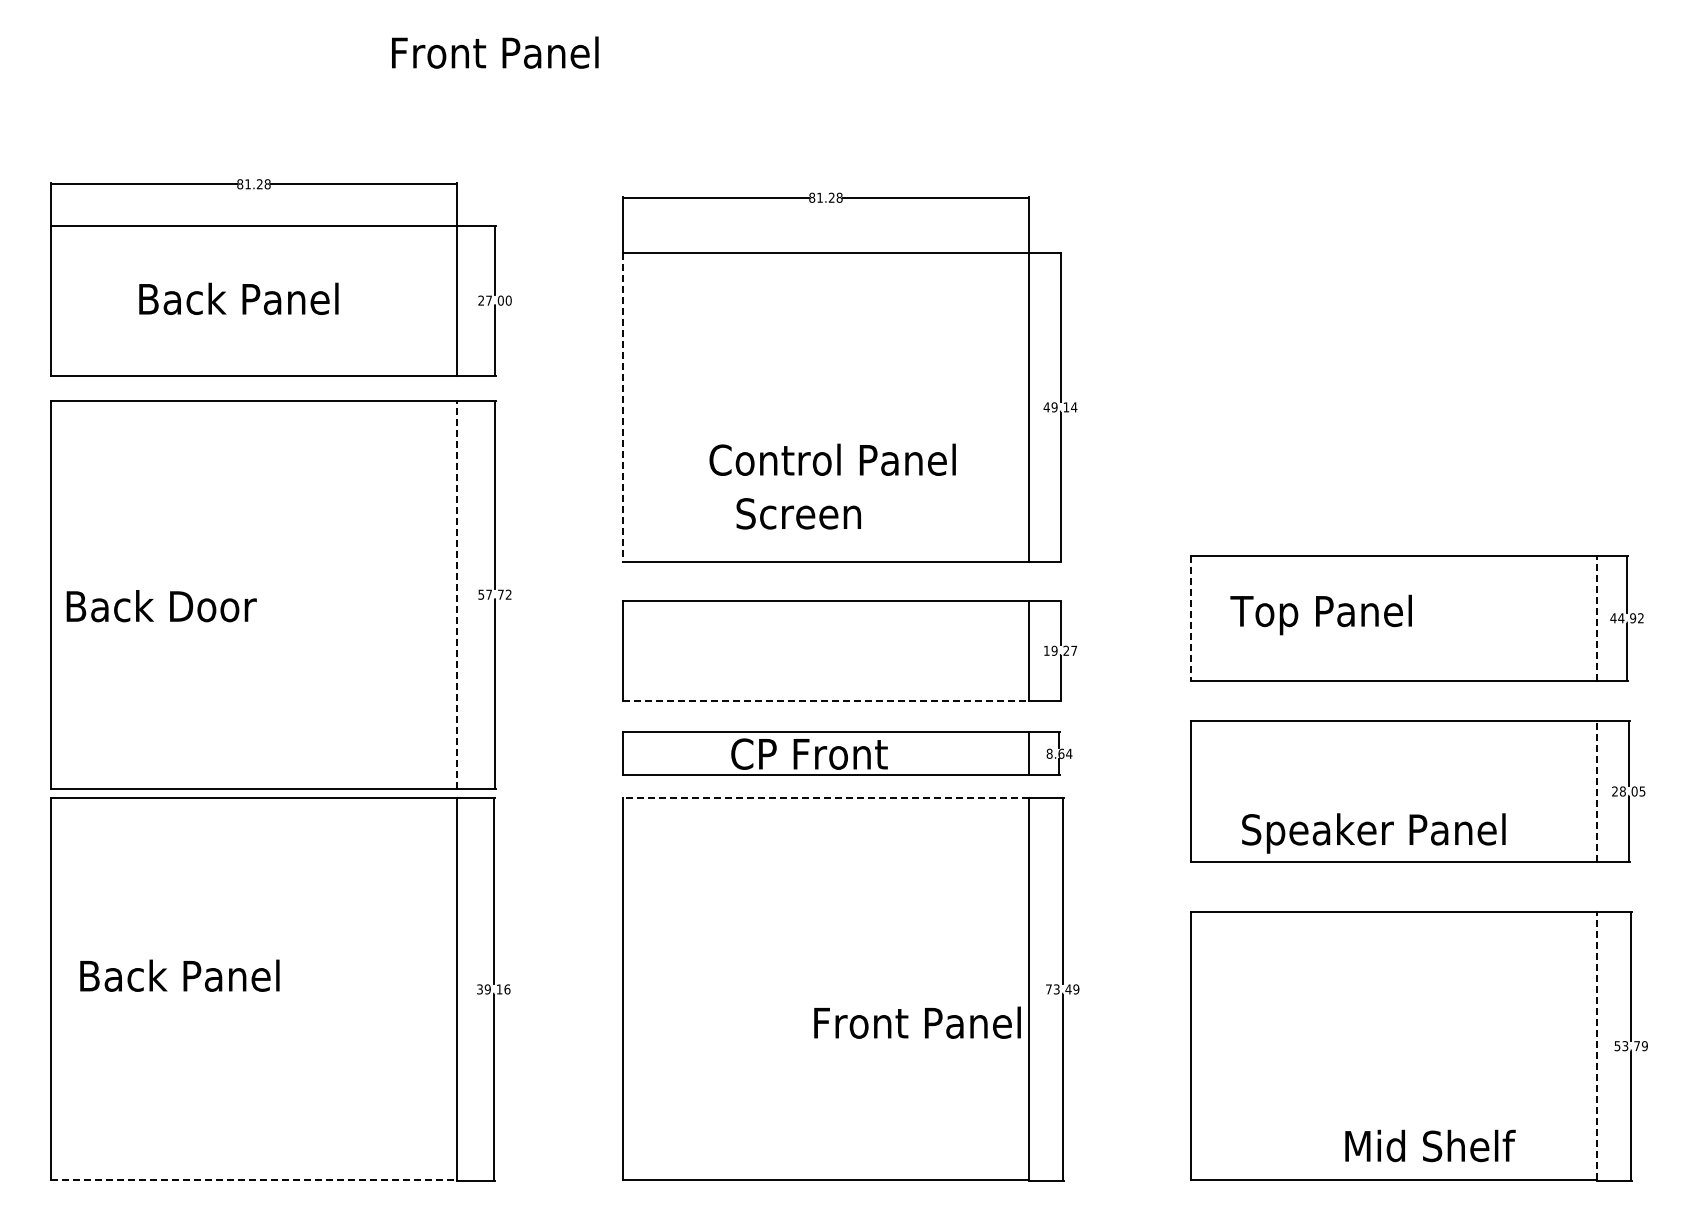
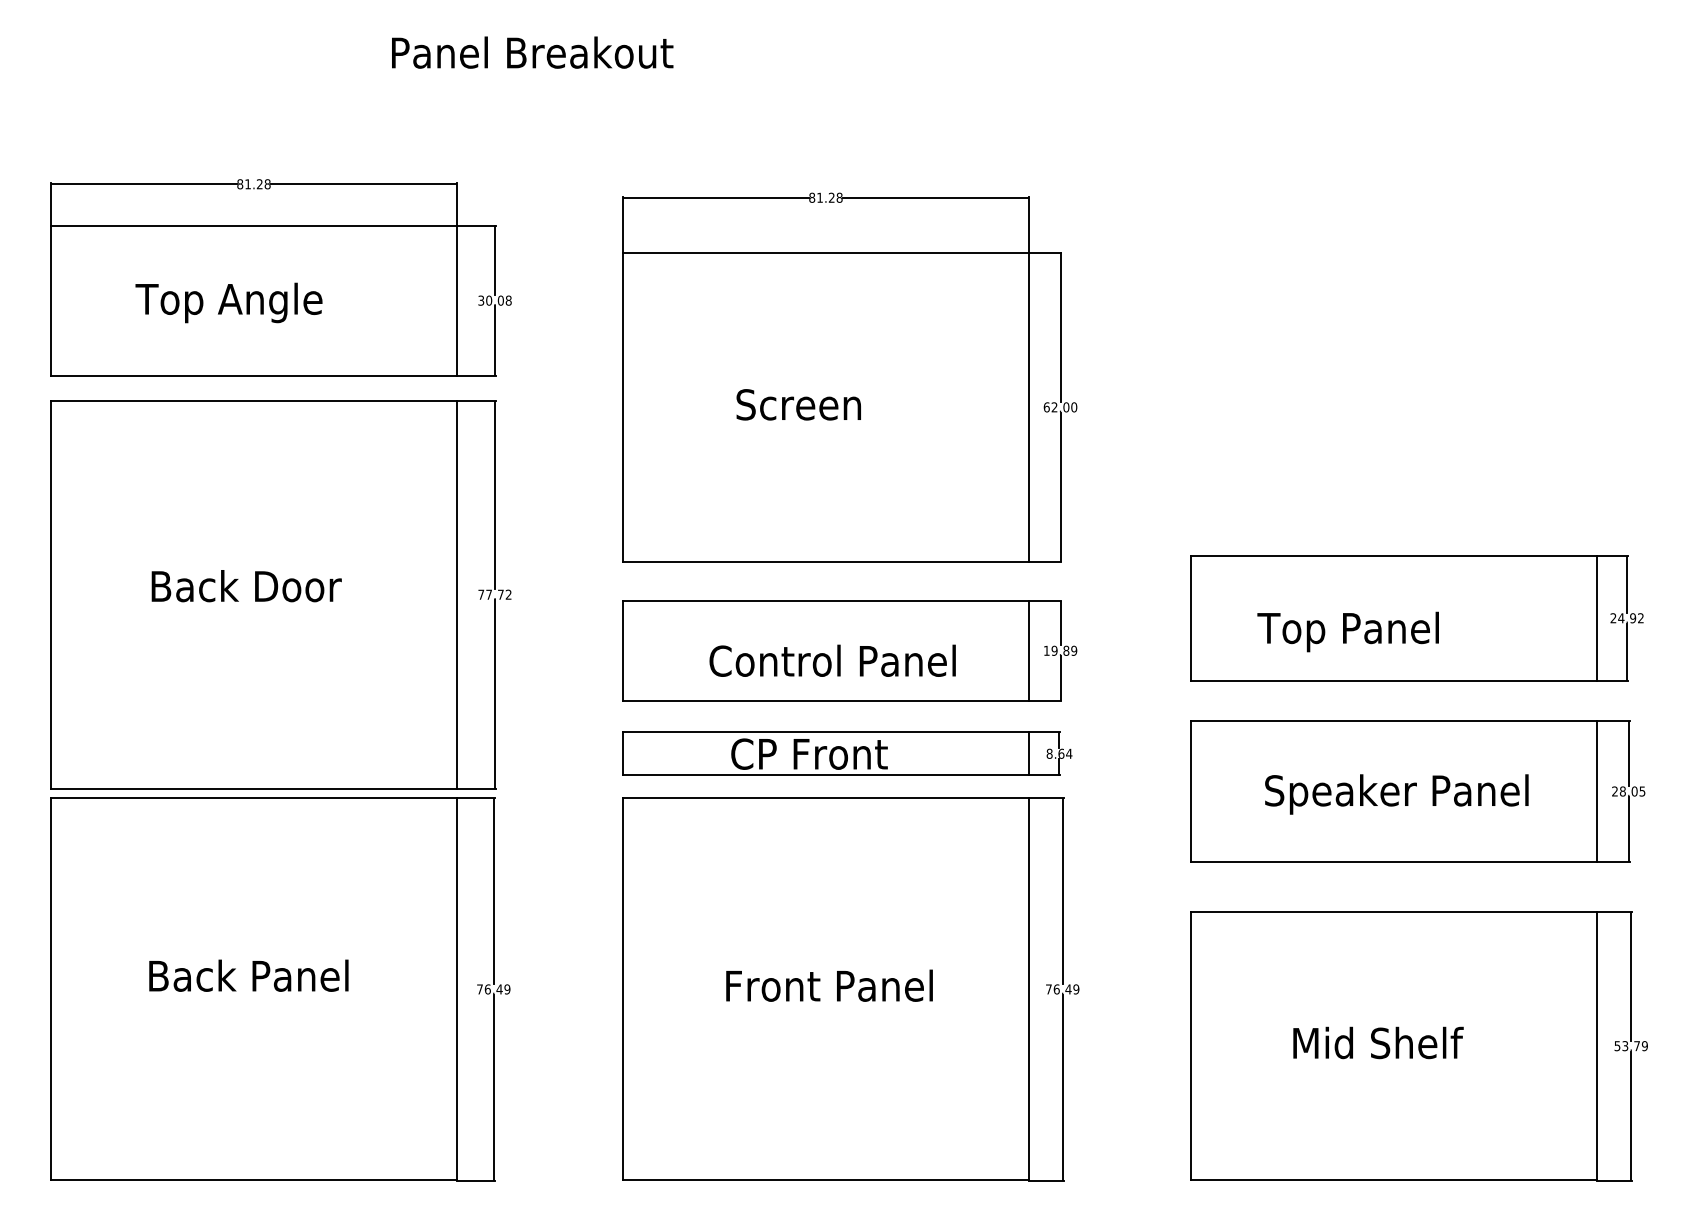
text at (534, 52): Front Panel -> Panel Breakout
text at (494, 300): 27.00 -> 30.08
text at (236, 302): Back Panel -> Top Angle
line at (622, 407): dashed -> solid
text at (1060, 407): 49.14 -> 62.00
text at (832, 459) position: (832, 459) -> (832, 660)
text at (798, 513) position: (798, 513) -> (798, 404)
line at (456, 594): dashed -> solid
text at (481, 594): 57.72 -> 77.72
text at (161, 606) position: (161, 606) -> (246, 586)
text at (1320, 614) position: (1320, 614) -> (1347, 631)
line at (1596, 617): dashed -> solid
line at (1190, 618): dashed -> solid
text at (1613, 618): 44.92 -> 24.92
text at (1070, 650): 19.27 -> 19.89
line at (826, 700): dashed -> solid
line at (1596, 791): dashed -> solid
line at (825, 798): dashed -> solid
text at (1373, 833) position: (1373, 833) -> (1396, 794)
text at (179, 975) position: (179, 975) -> (248, 975)
text at (493, 989): 39.16 -> 76.49
text at (1056, 989): 73.49 -> 76.49
text at (917, 1022) position: (917, 1022) -> (829, 985)
line at (1596, 1045): dashed -> solid
text at (1430, 1145) position: (1430, 1145) -> (1378, 1042)
line at (254, 1180): dashed -> solid
